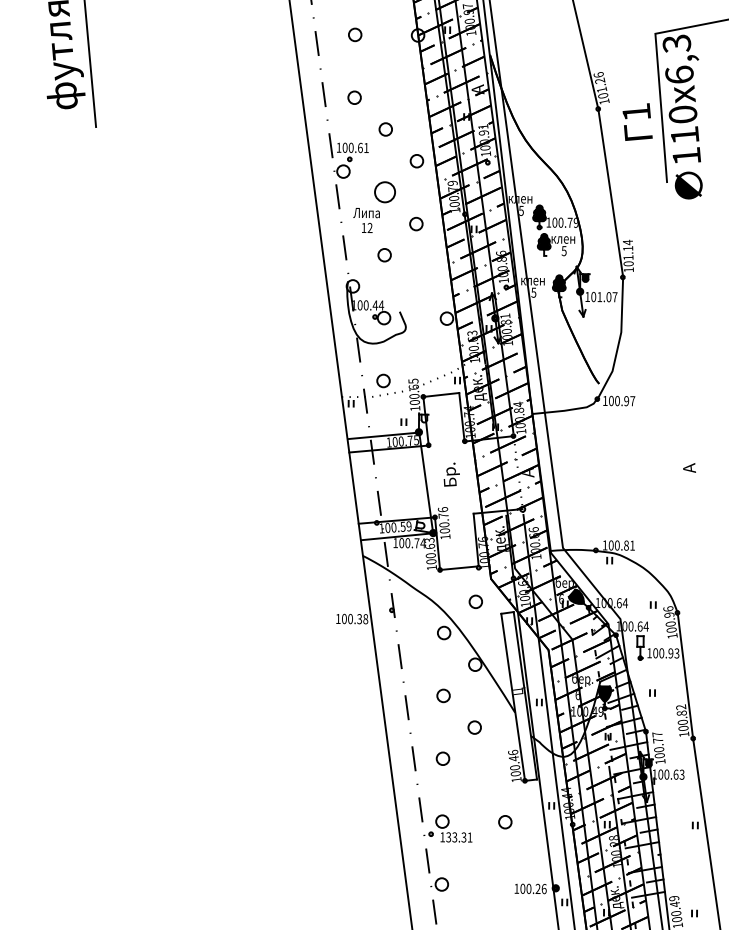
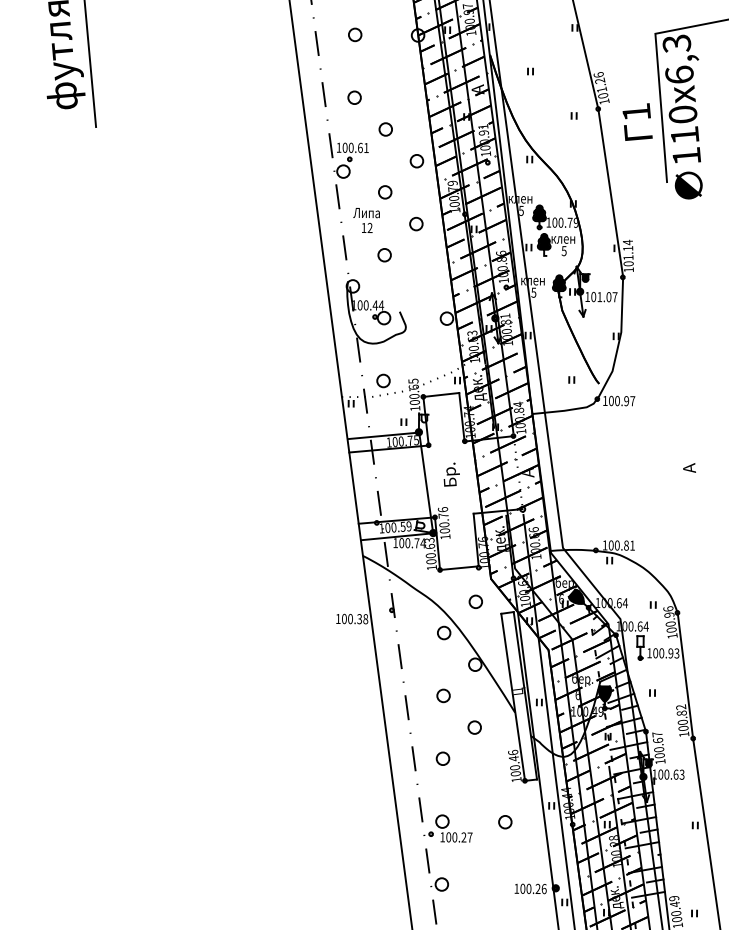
part at (384, 192) size: 22x23 px -> 15x15 px
hatch at (554, 203): none -> present
text at (658, 740): 100.77 -> 100.67
text at (459, 837): 133.31 -> 100.27
